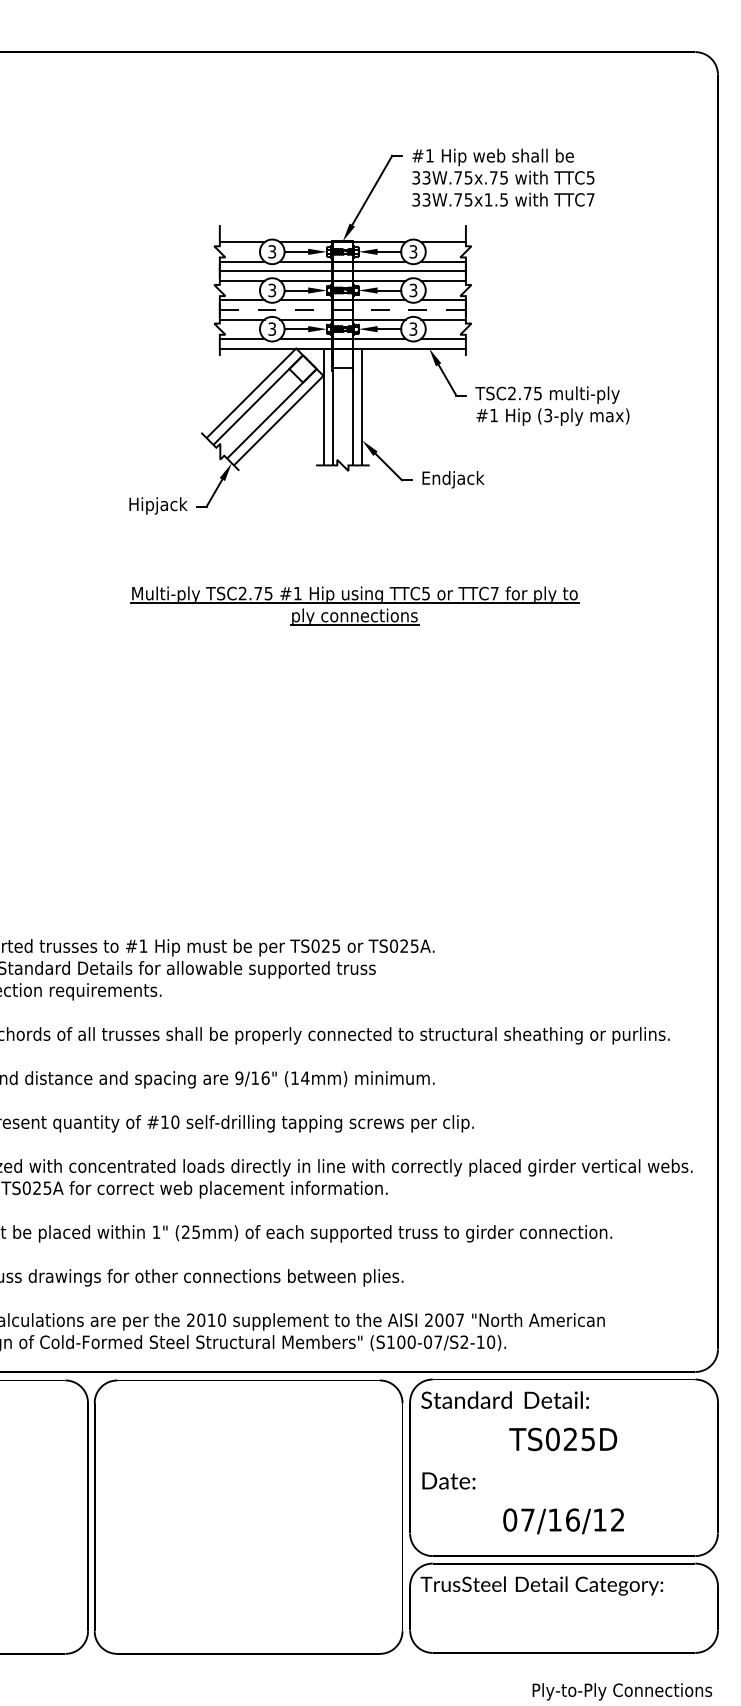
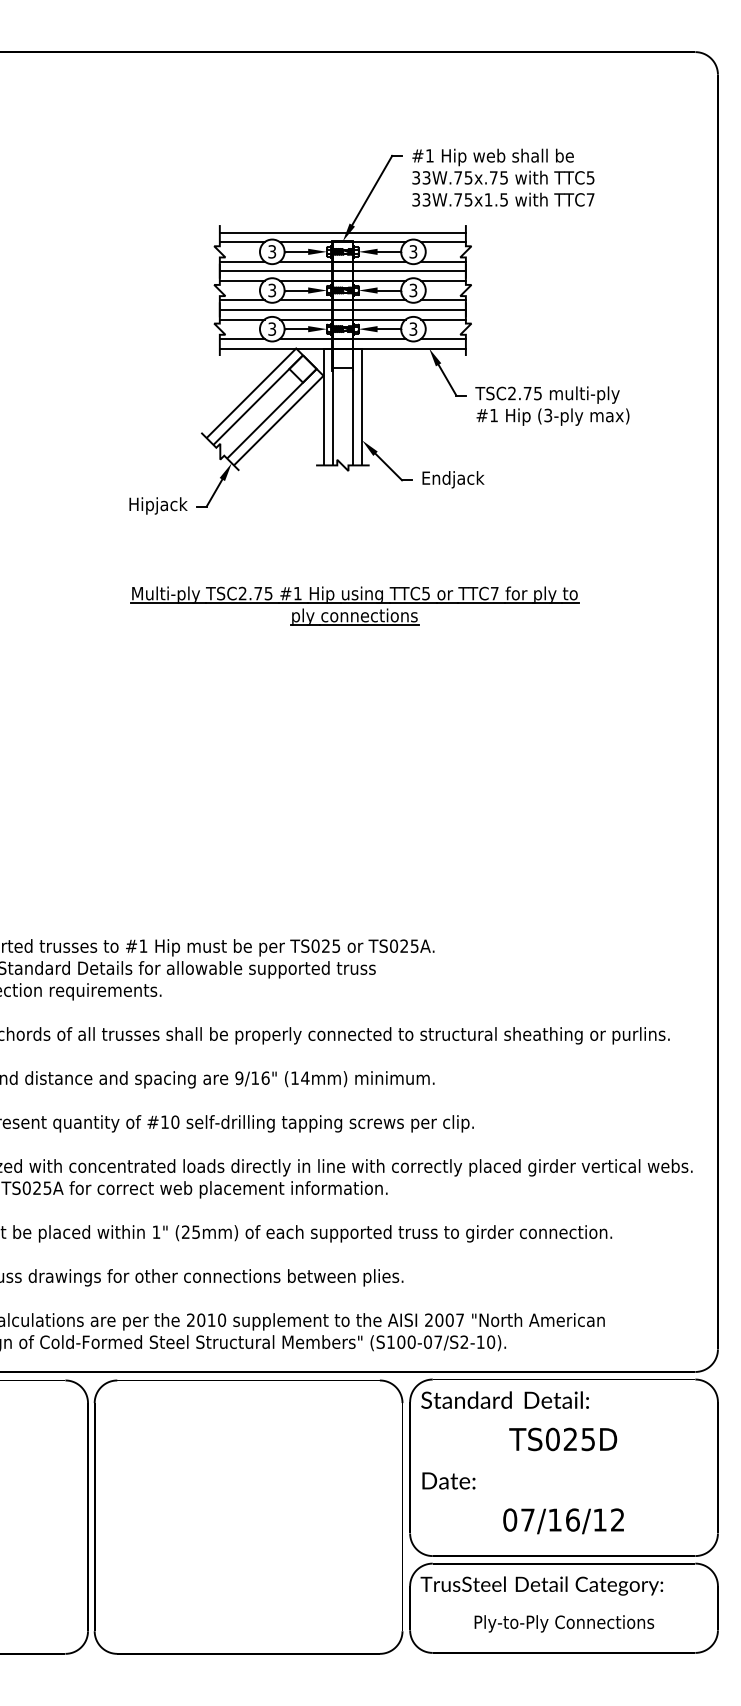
line at (342, 232): none -> present
line at (343, 309): dashed -> solid
text at (622, 1691) position: (622, 1691) -> (564, 1623)
